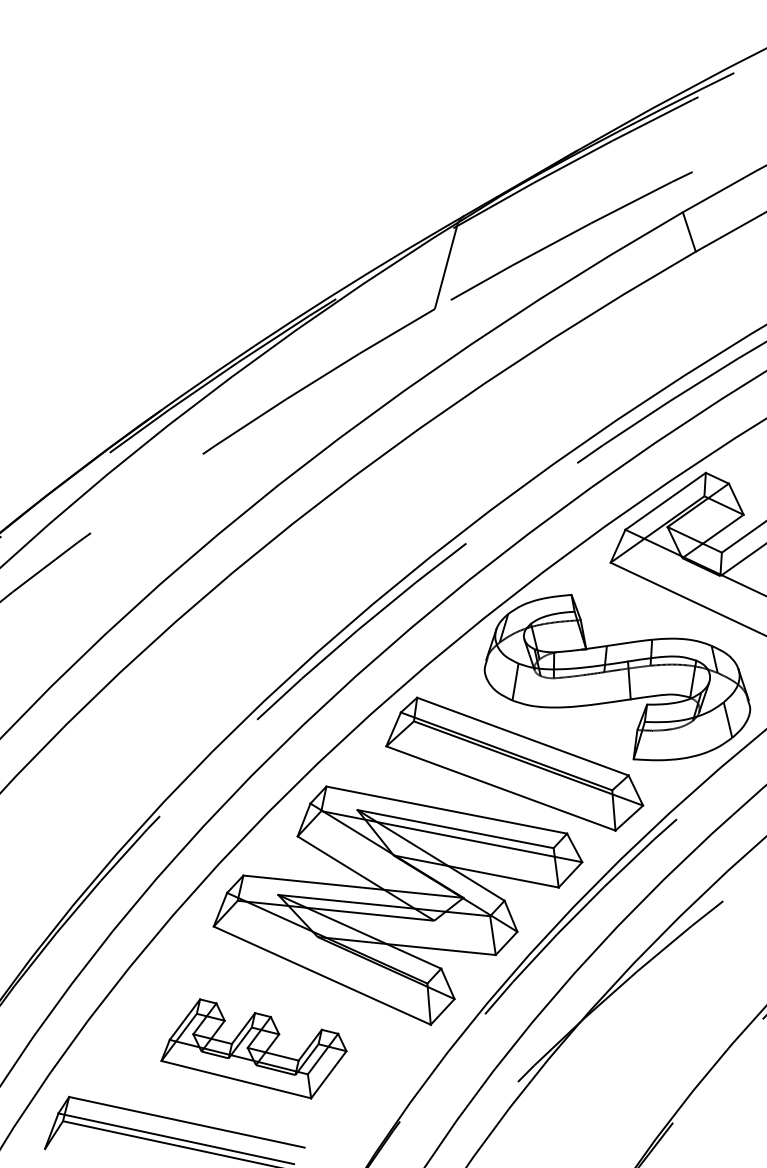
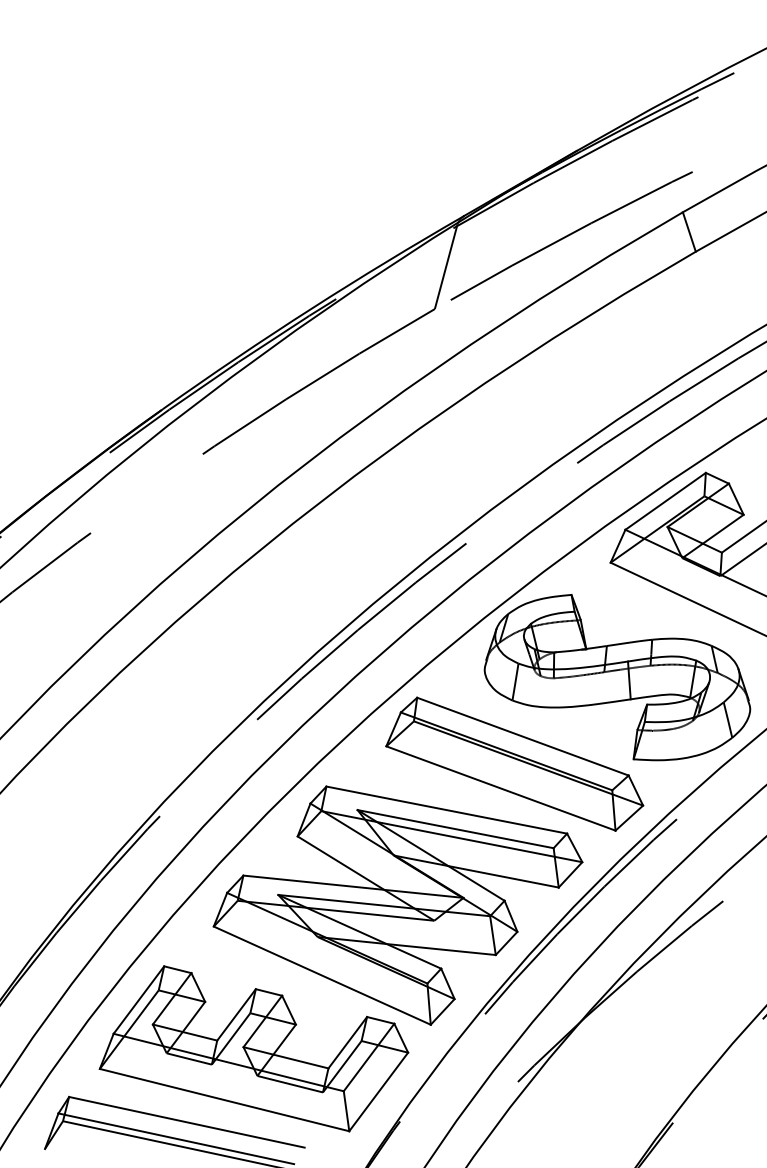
part at (253, 1048) size: 188x102 px -> 312x168 px
